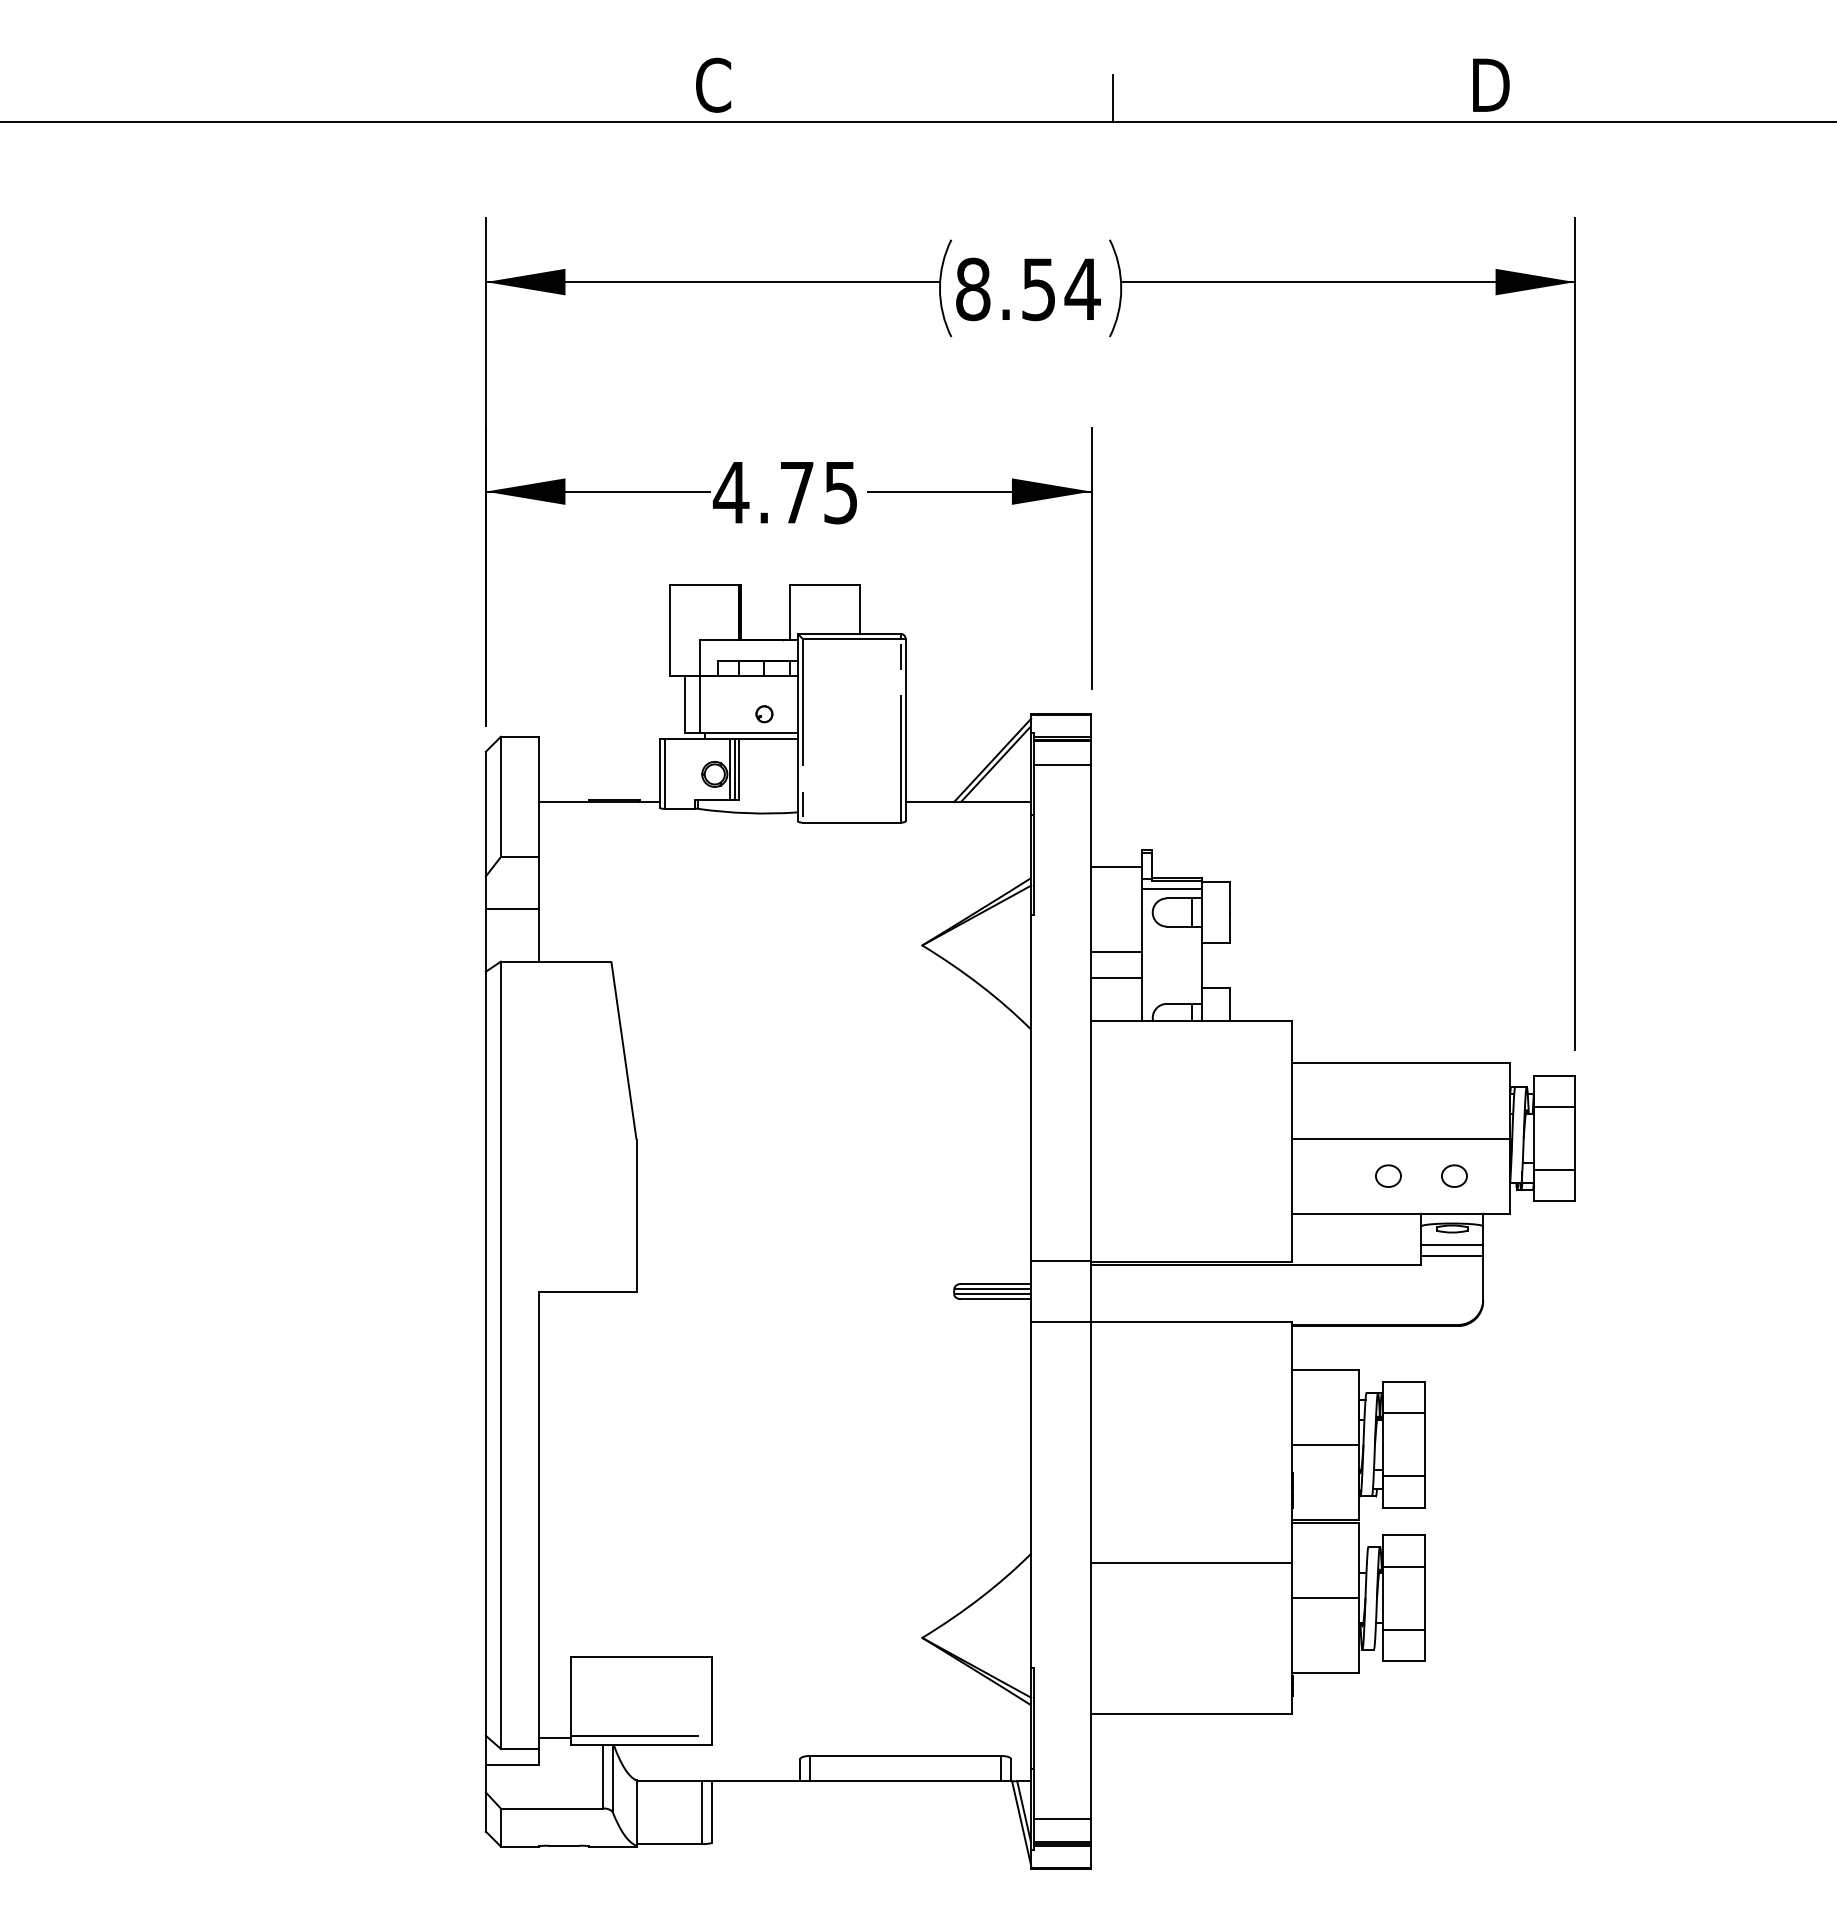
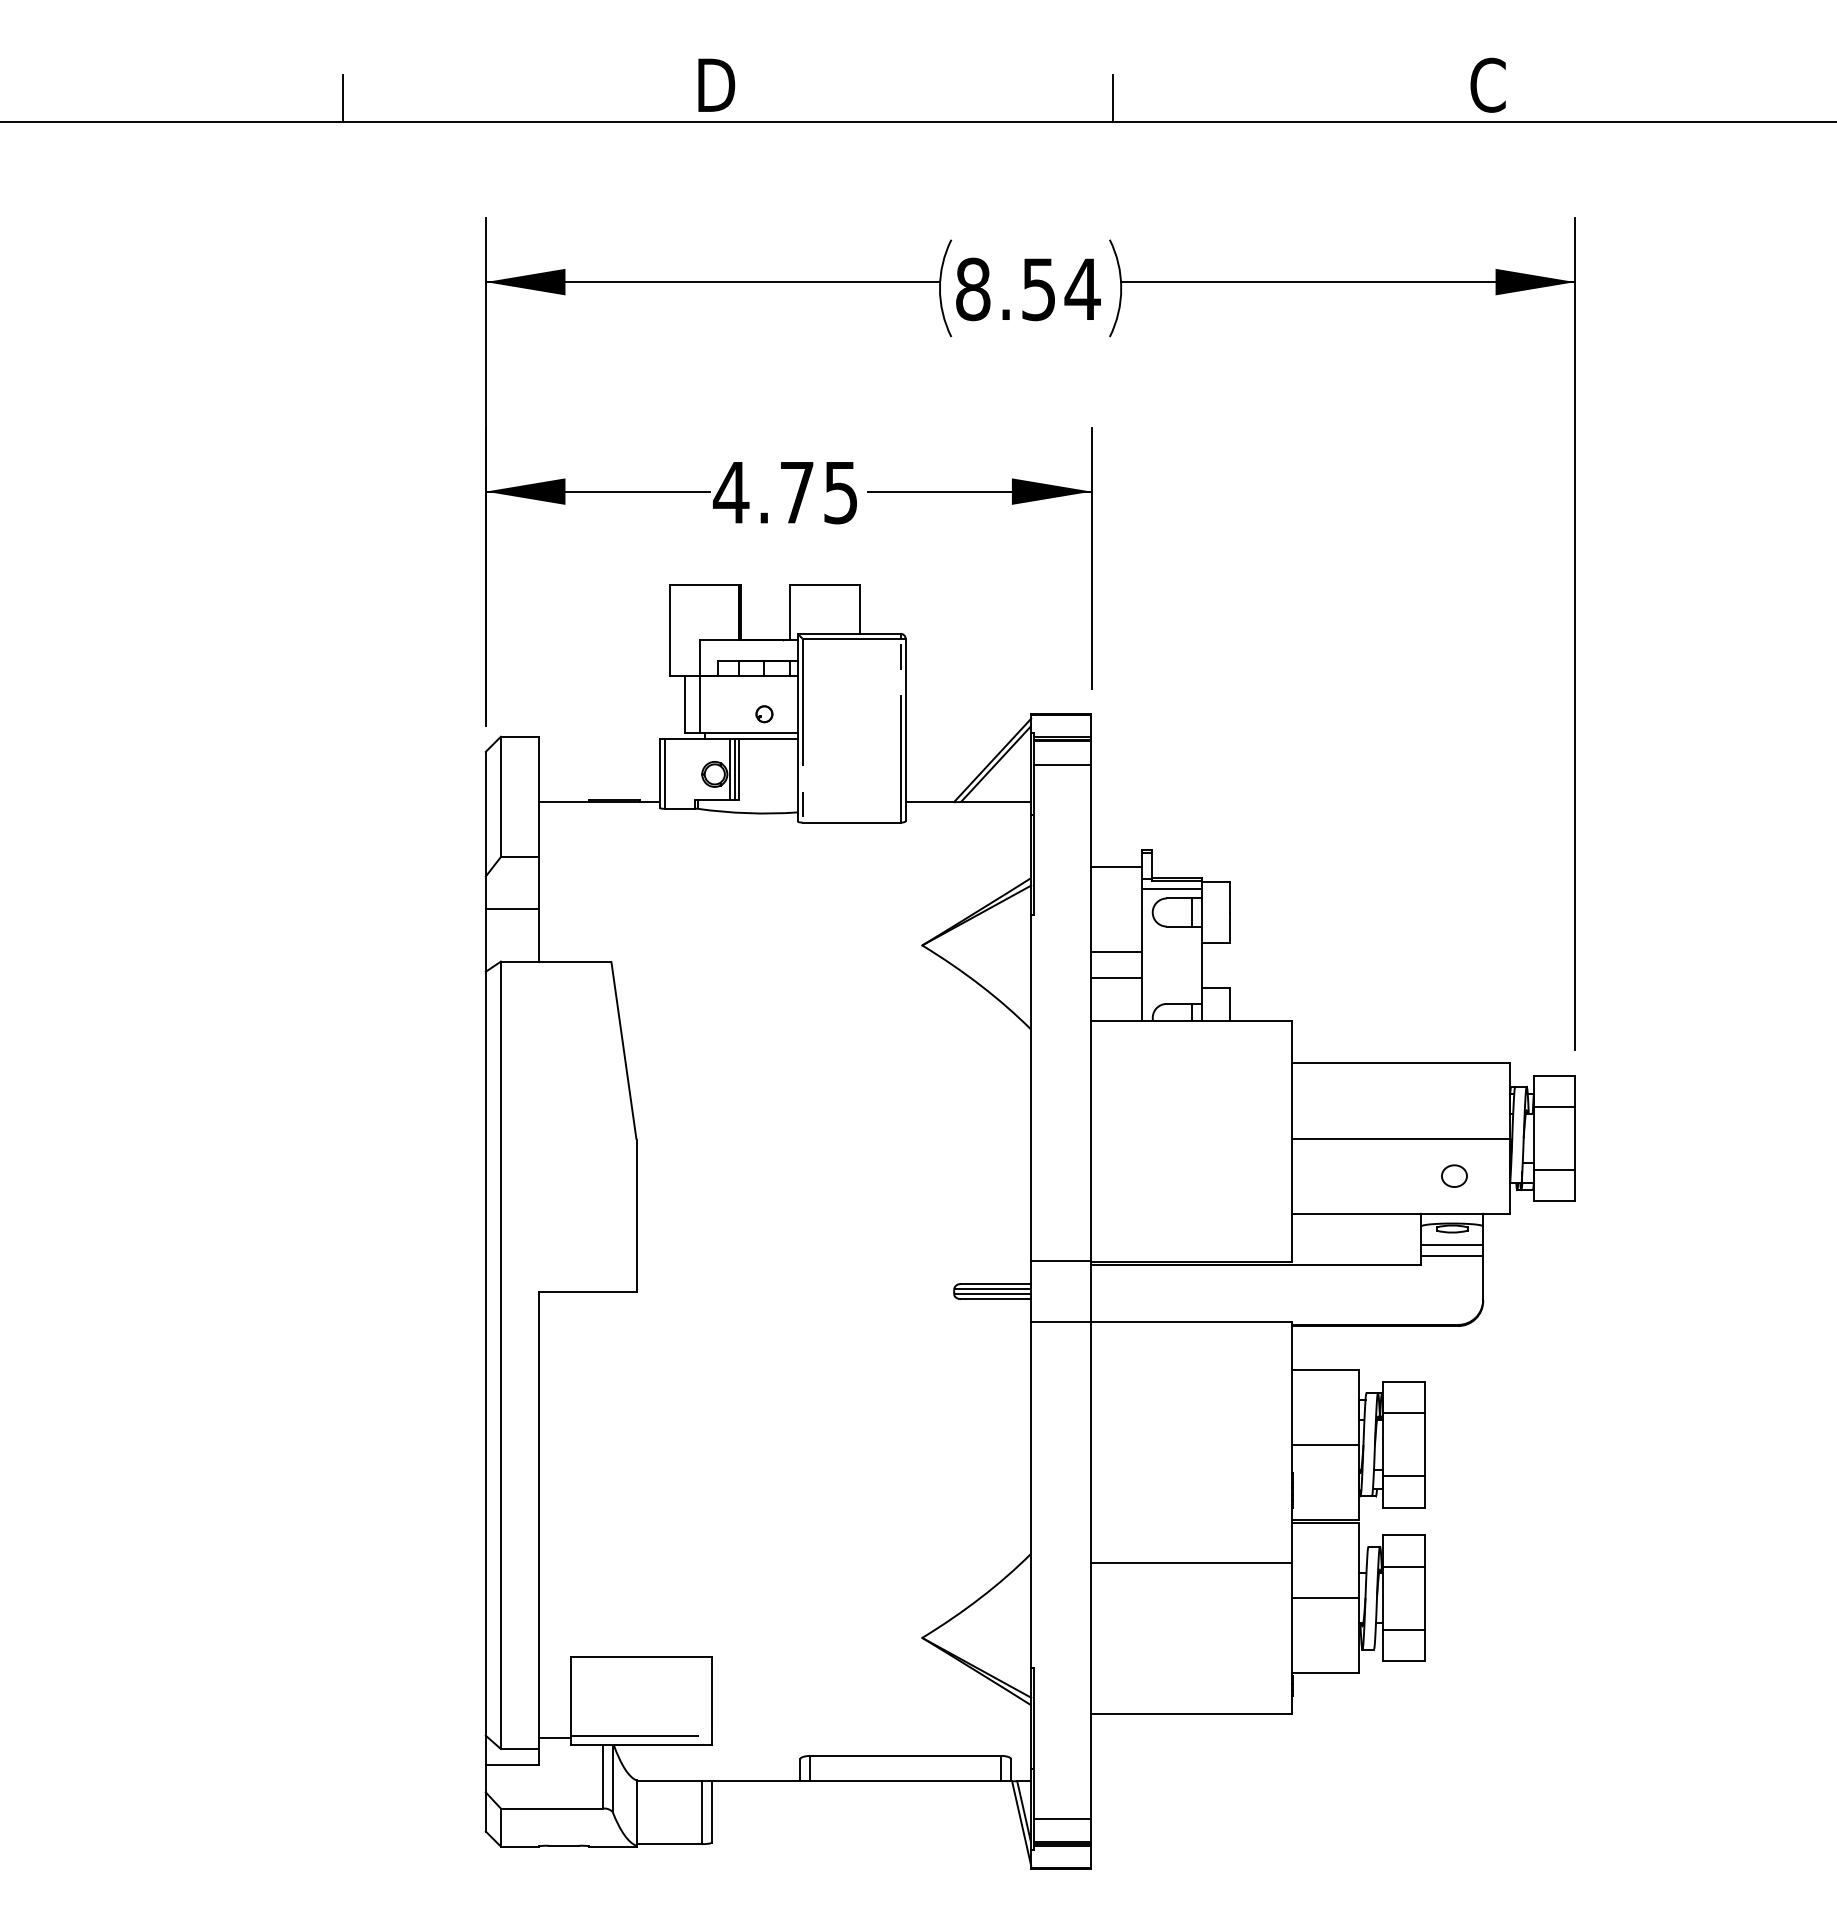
text at (715, 84): C -> D
text at (1489, 84): D -> C
line at (342, 98): none -> present
part at (1388, 1175): present -> none
